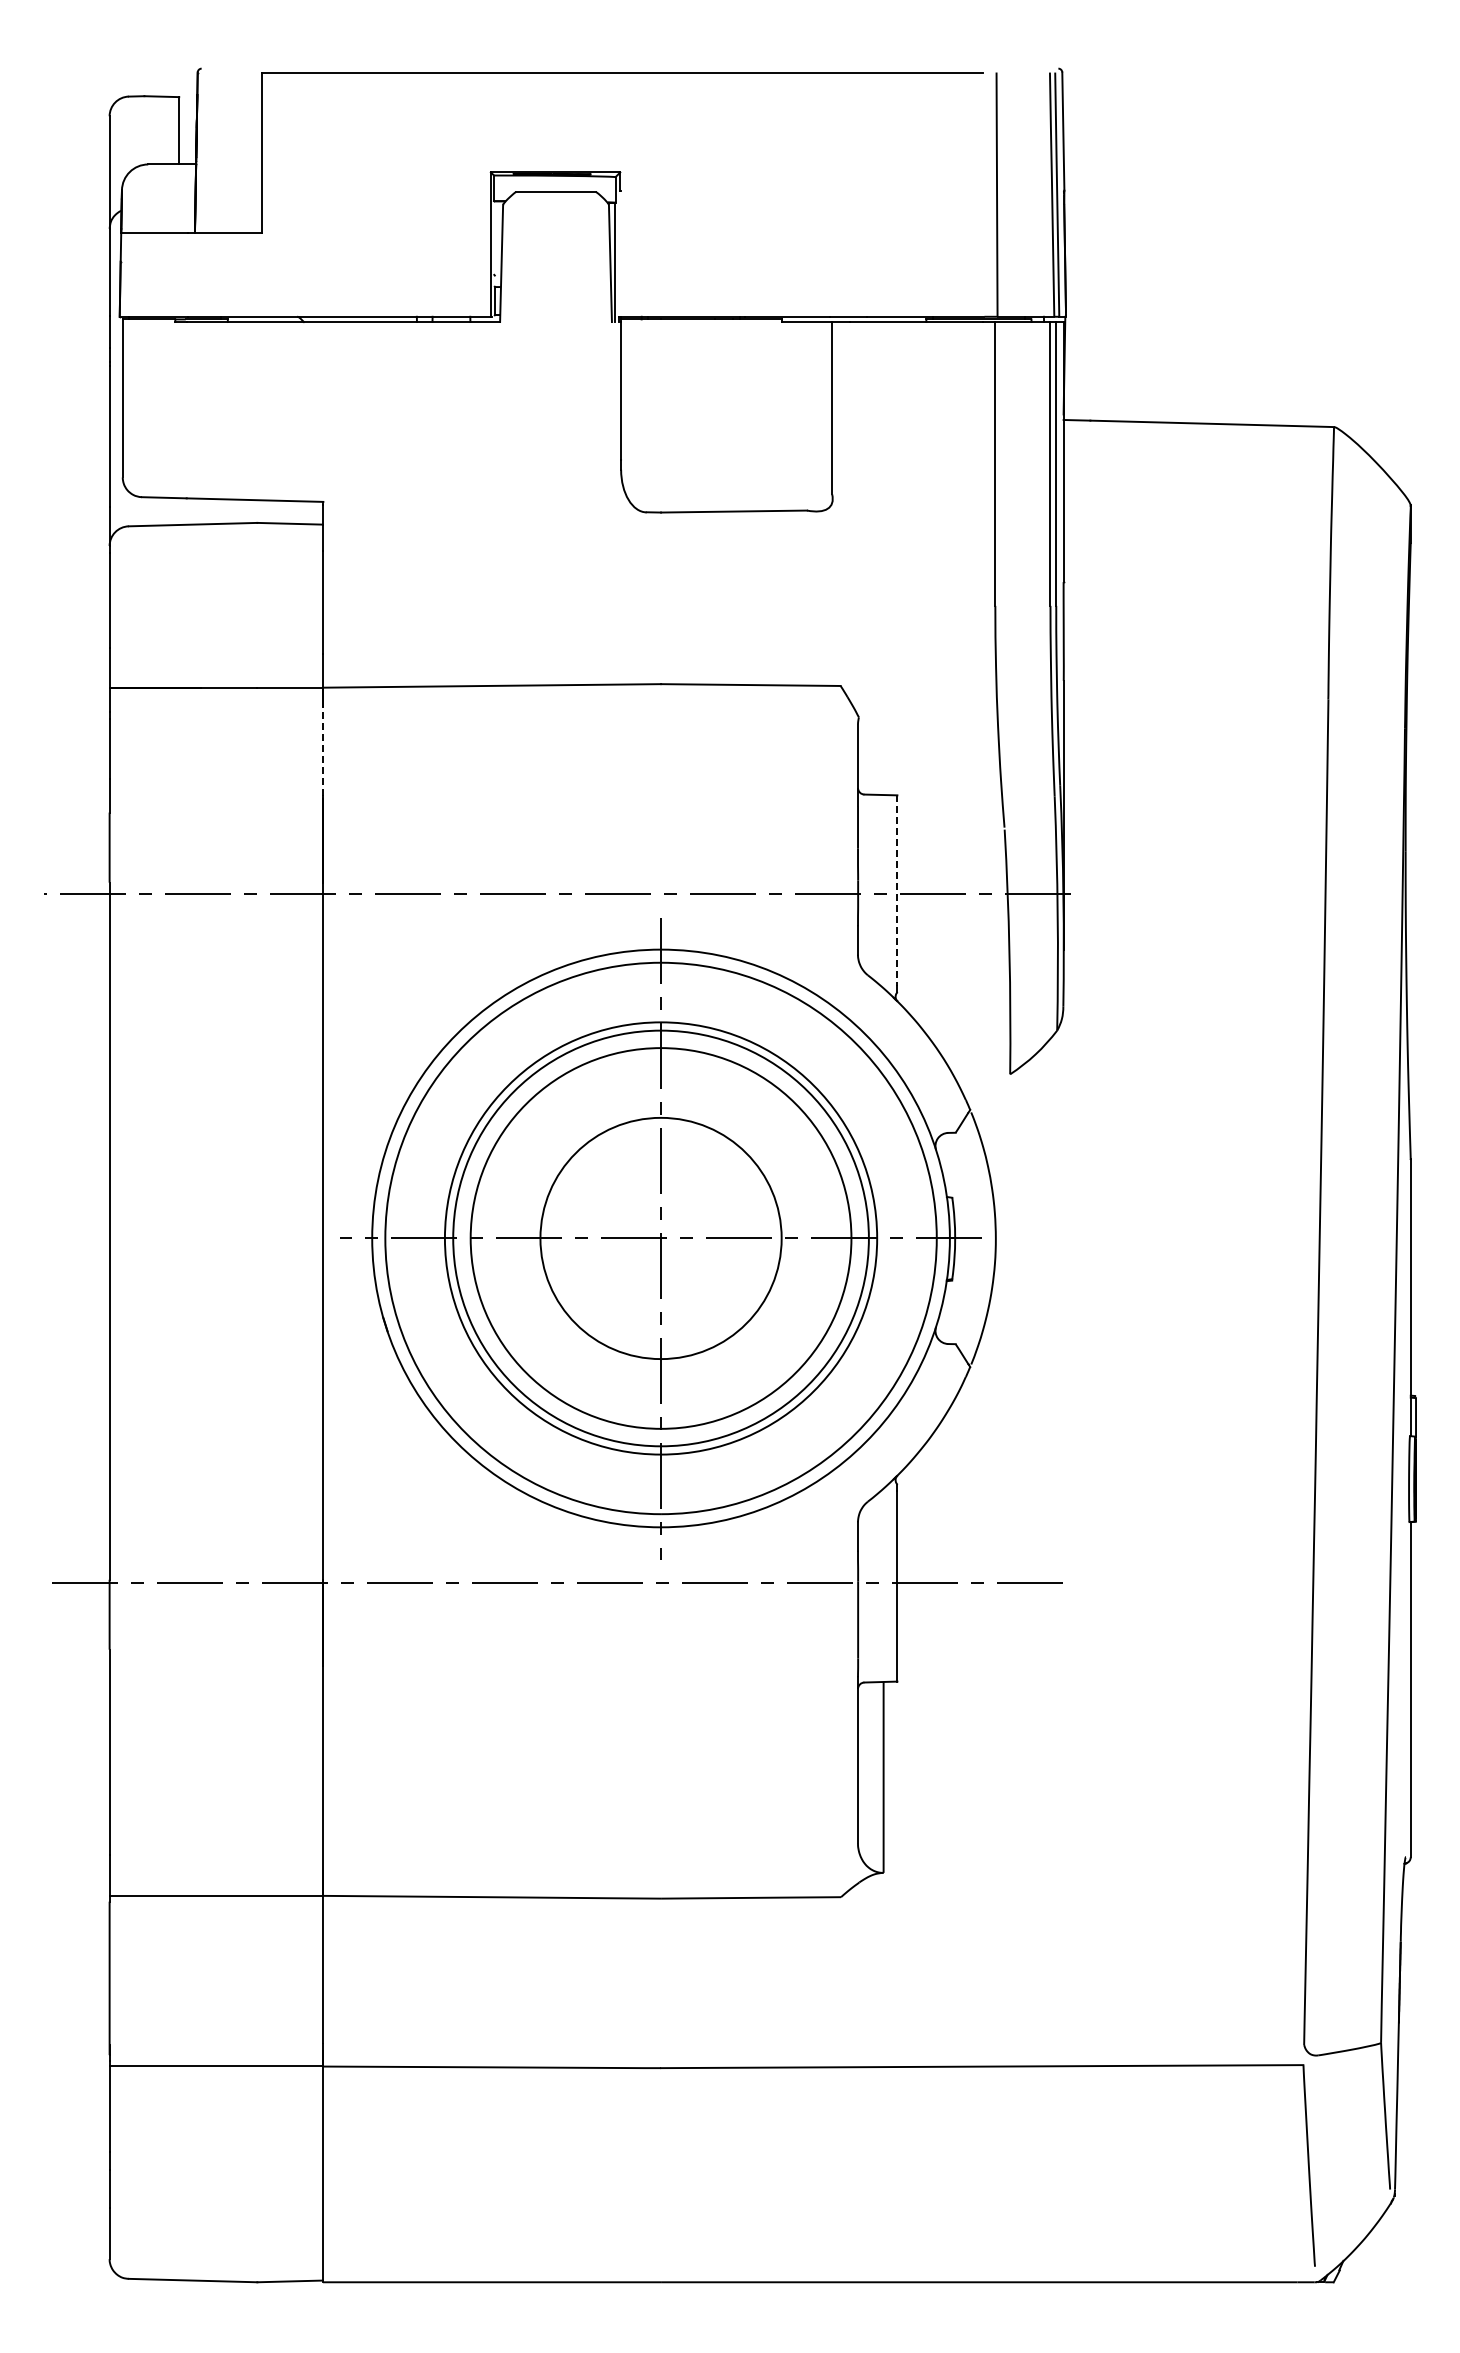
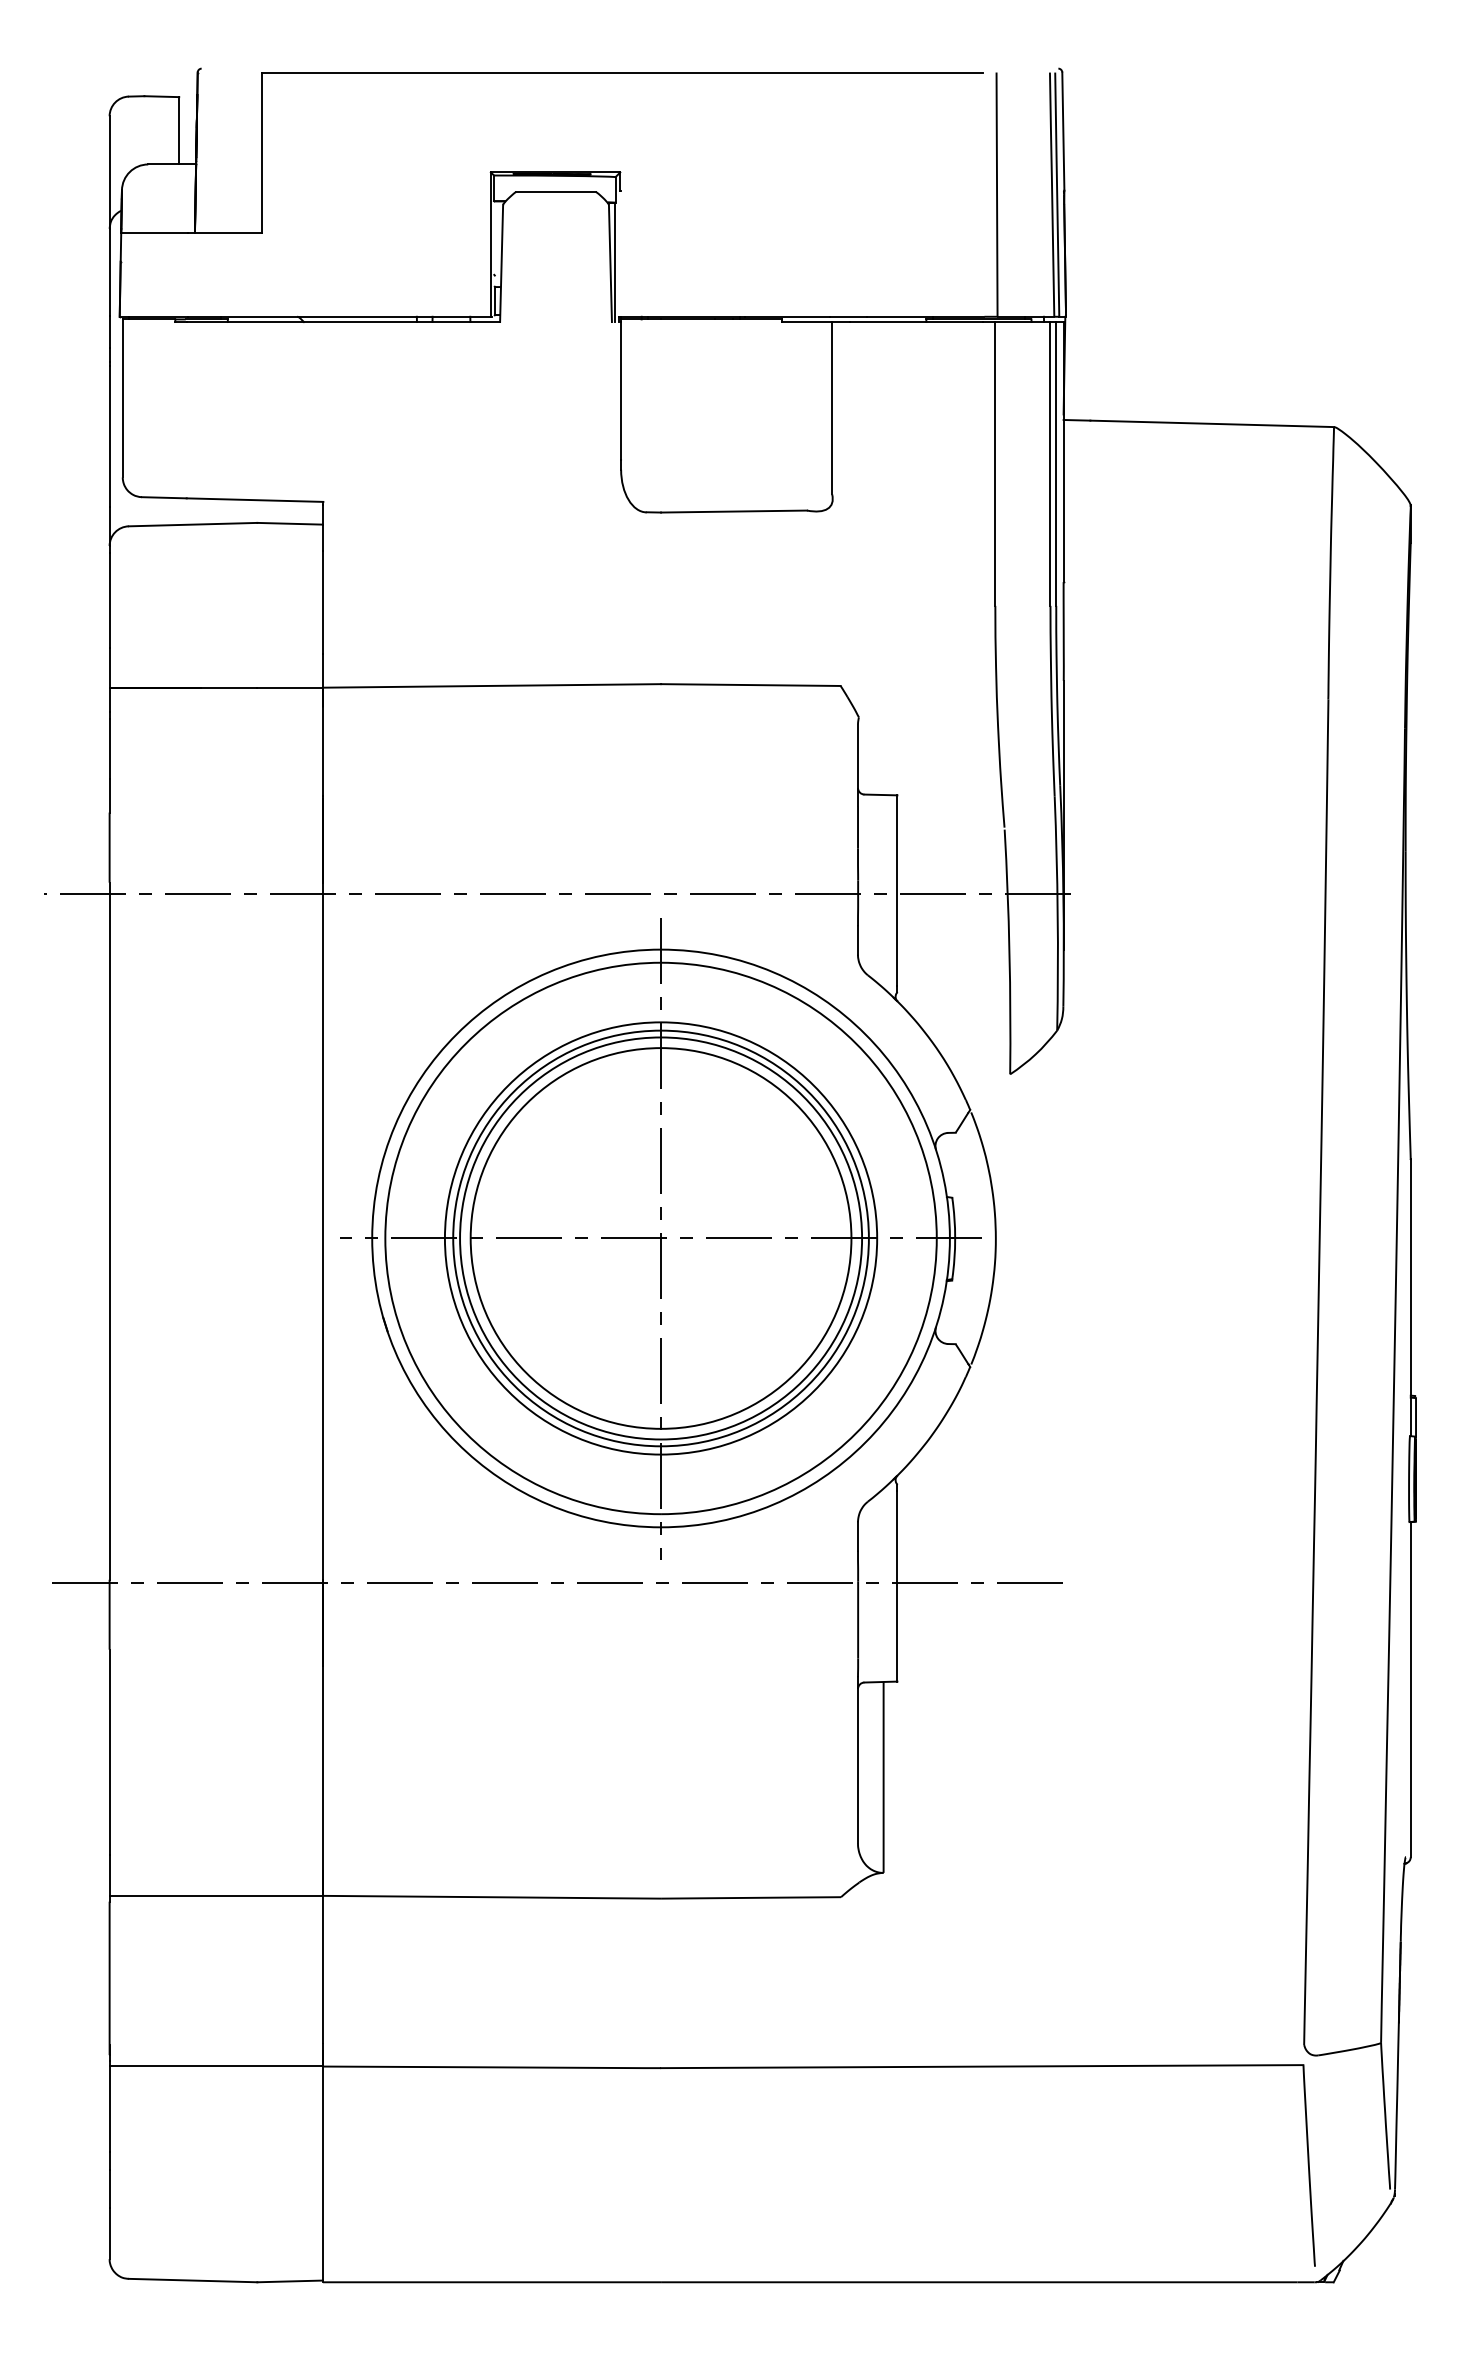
line at (322, 751): dashed -> solid
line at (897, 891): dashed -> solid
circle at (660, 1238) diameter: 241 px -> 402 px
